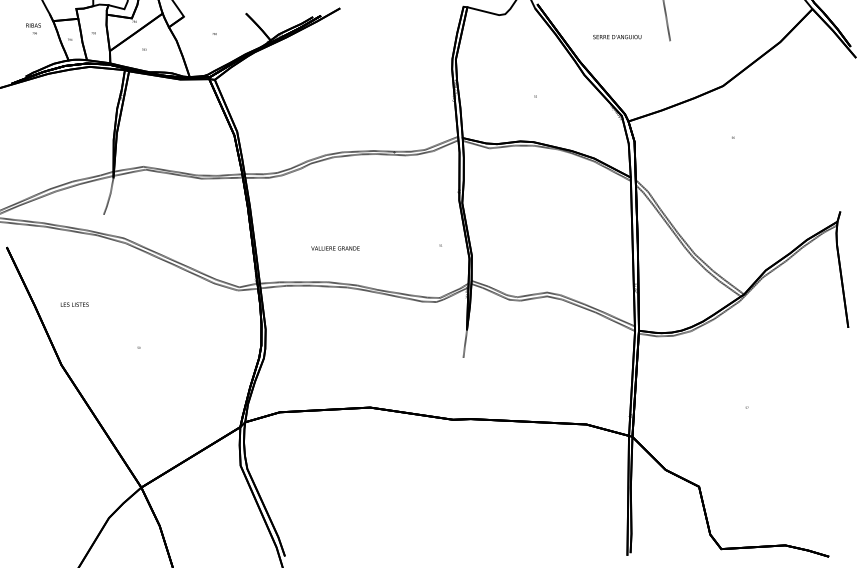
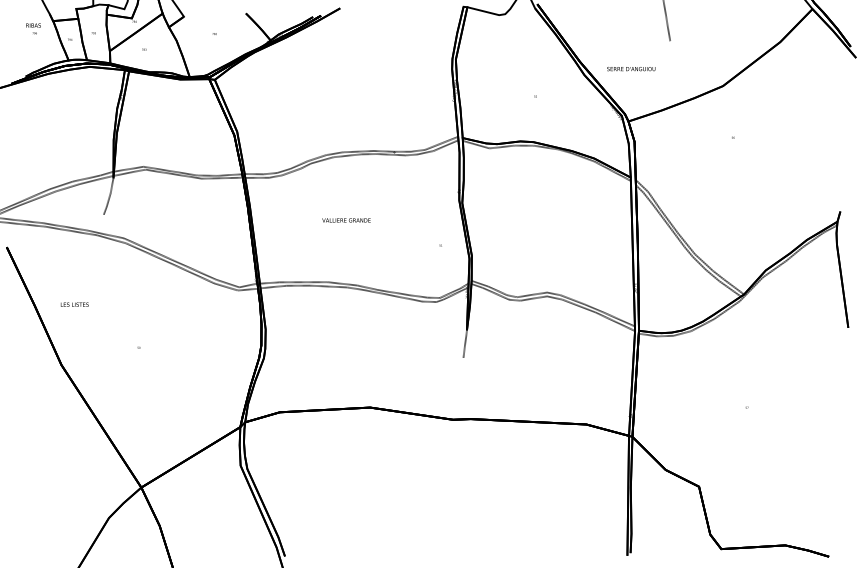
text at (617, 37) position: (617, 37) -> (631, 69)
text at (335, 248) position: (335, 248) -> (346, 220)
